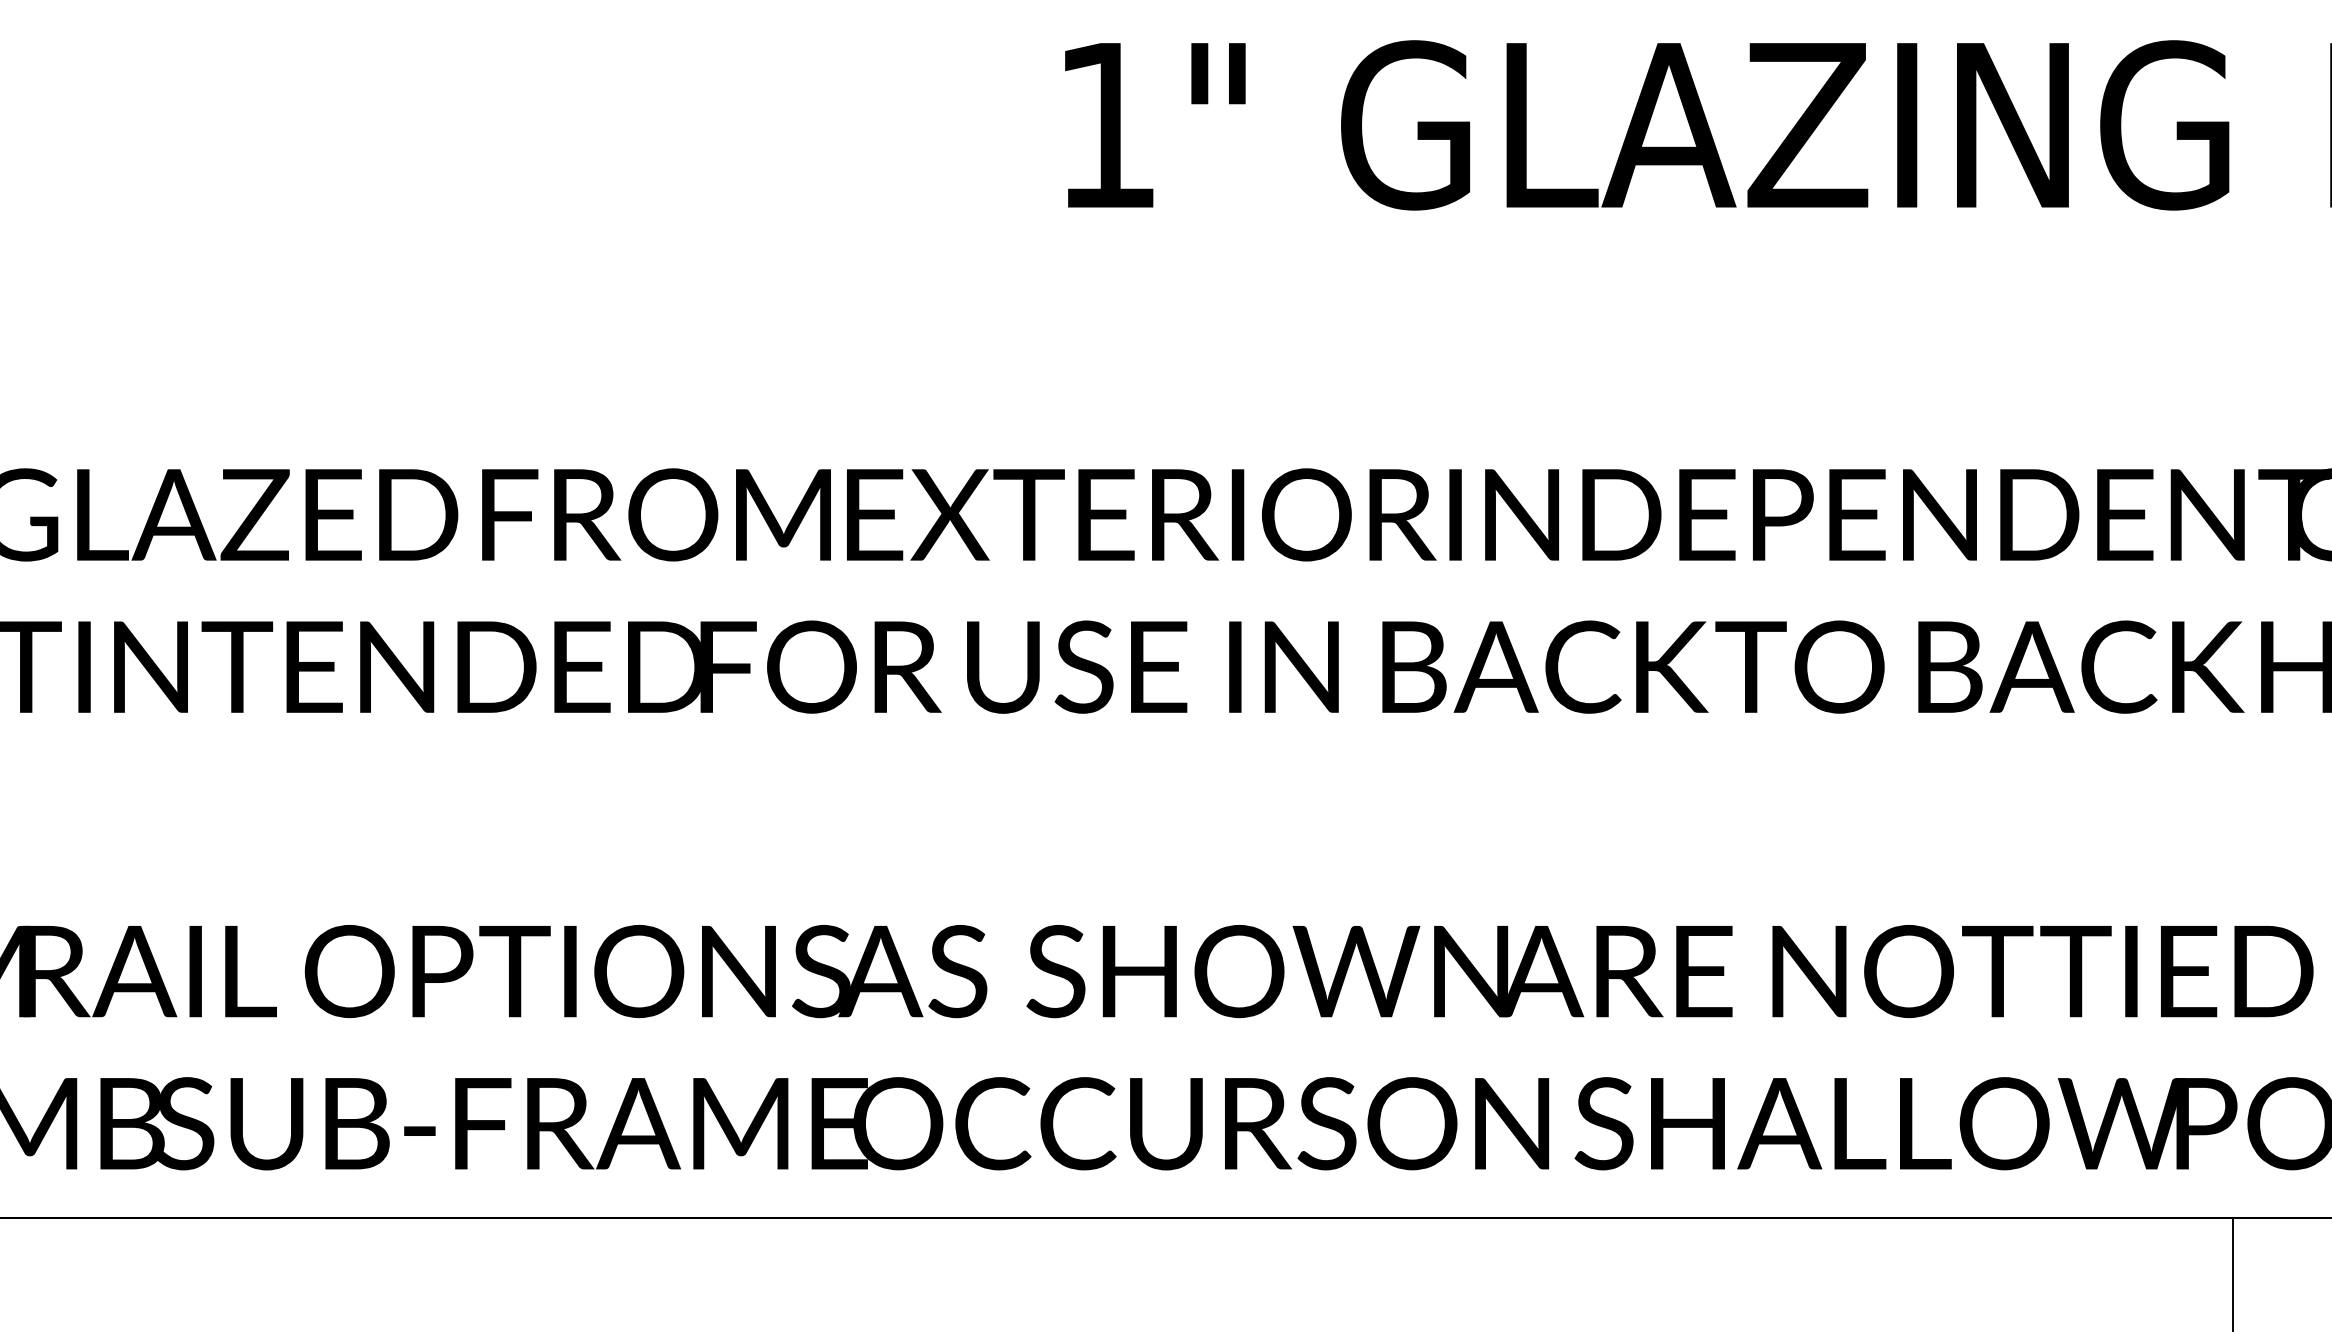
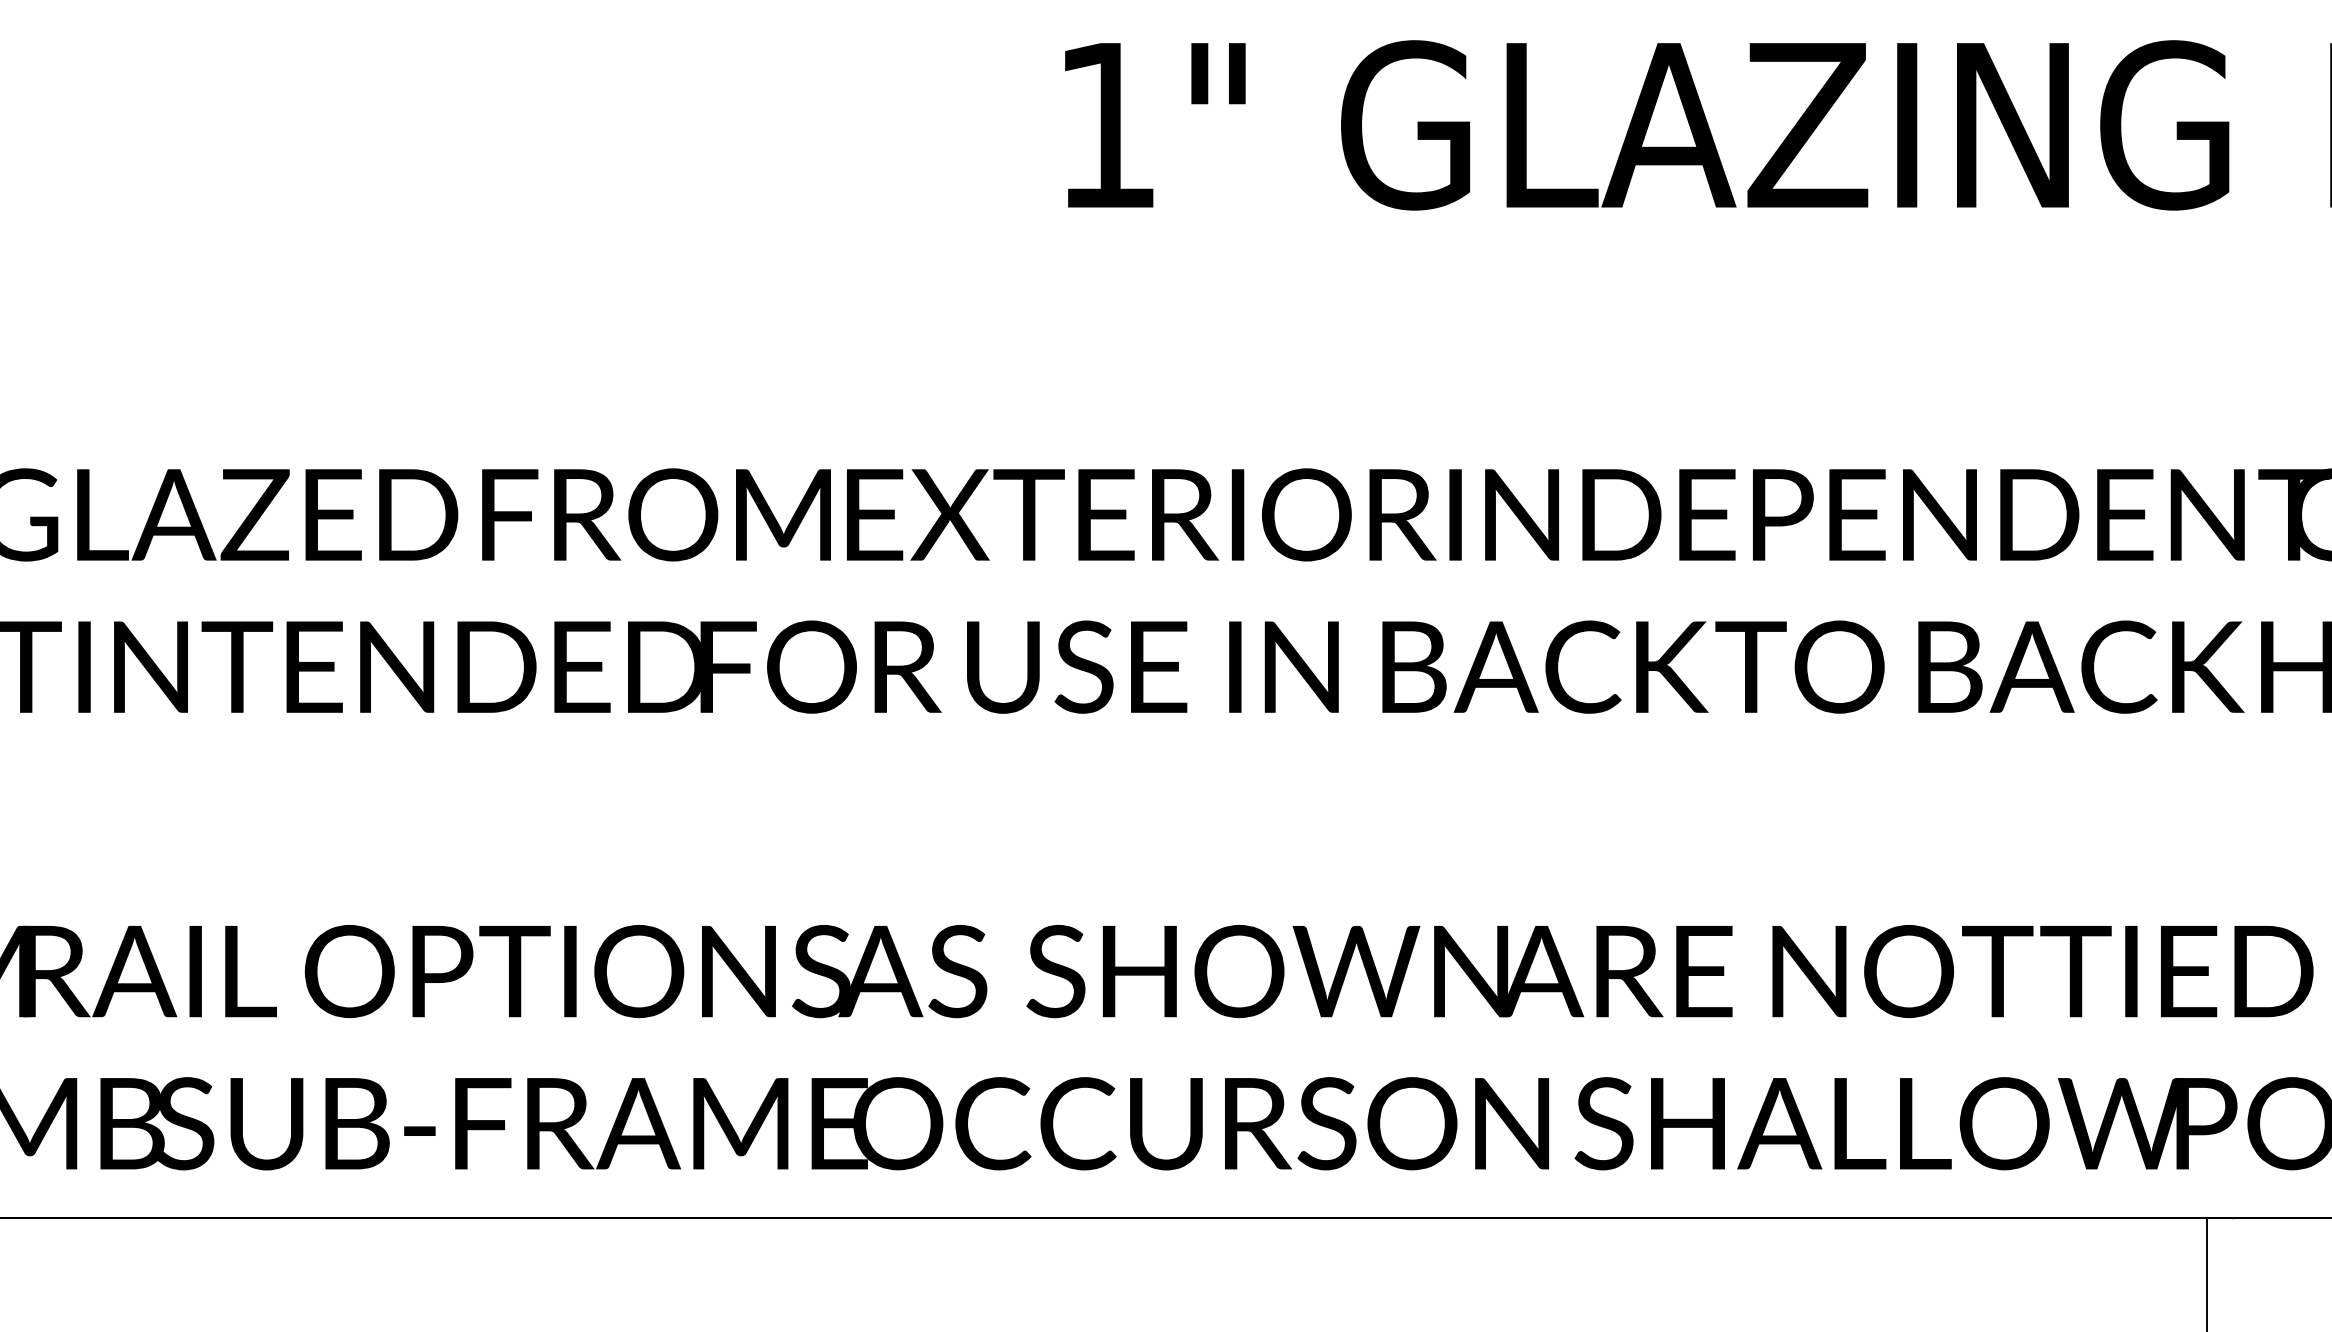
line at (2232, 1273) position: (2232, 1273) -> (2206, 1273)
